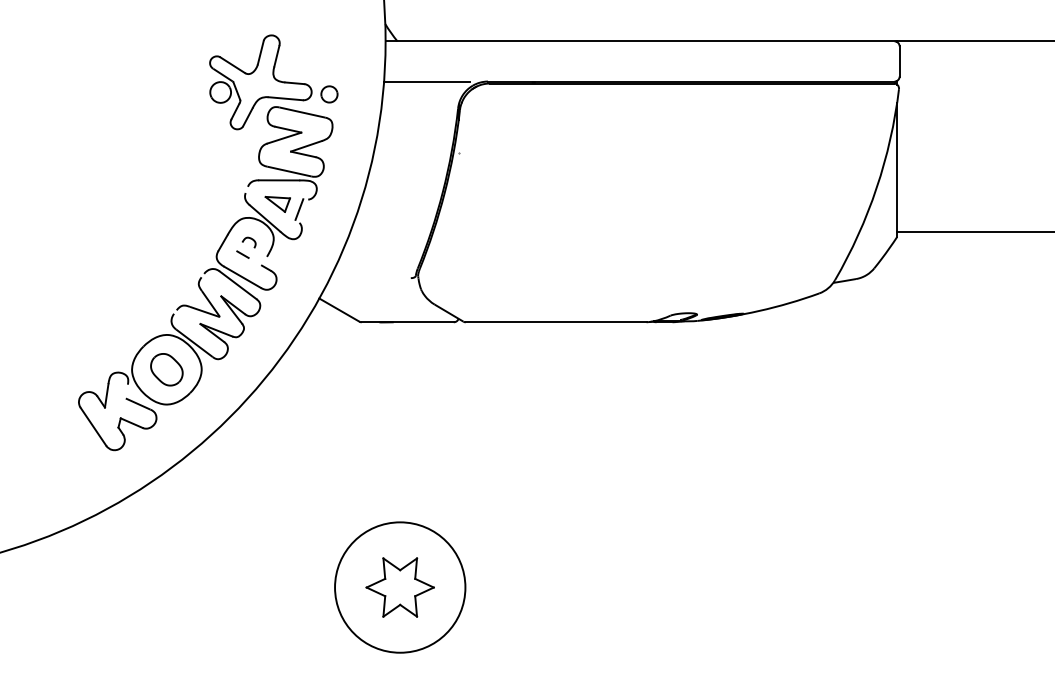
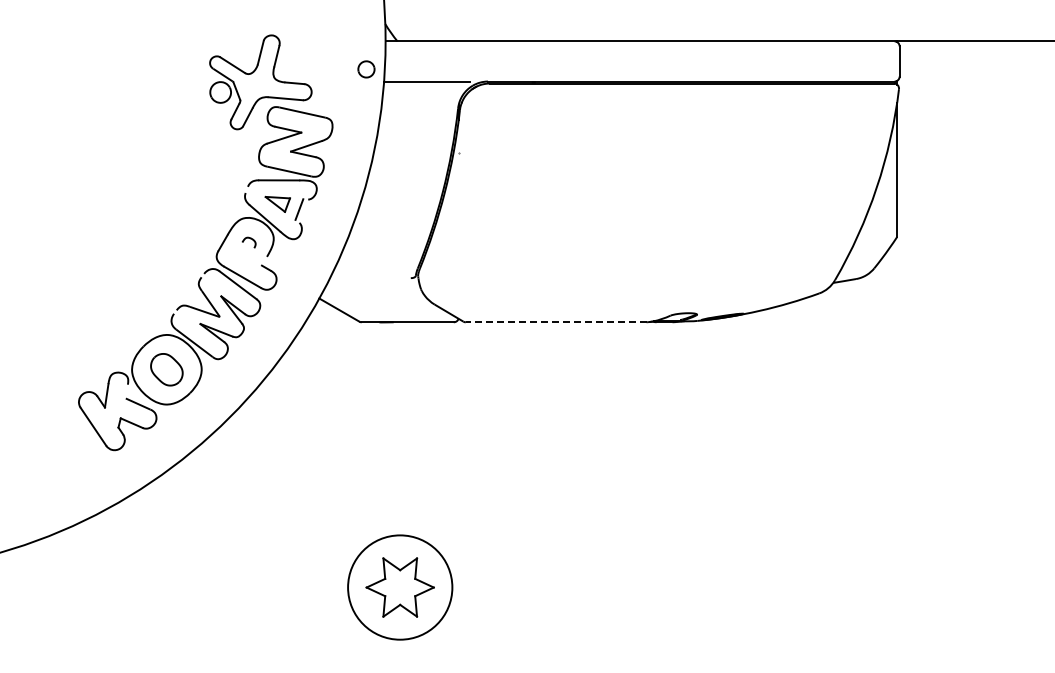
part at (329, 94) position: (329, 94) -> (366, 69)
line at (974, 232): present -> none
line at (242, 254): present -> none
line at (555, 322): solid -> dashed
circle at (400, 587) diameter: 130 px -> 104 px
